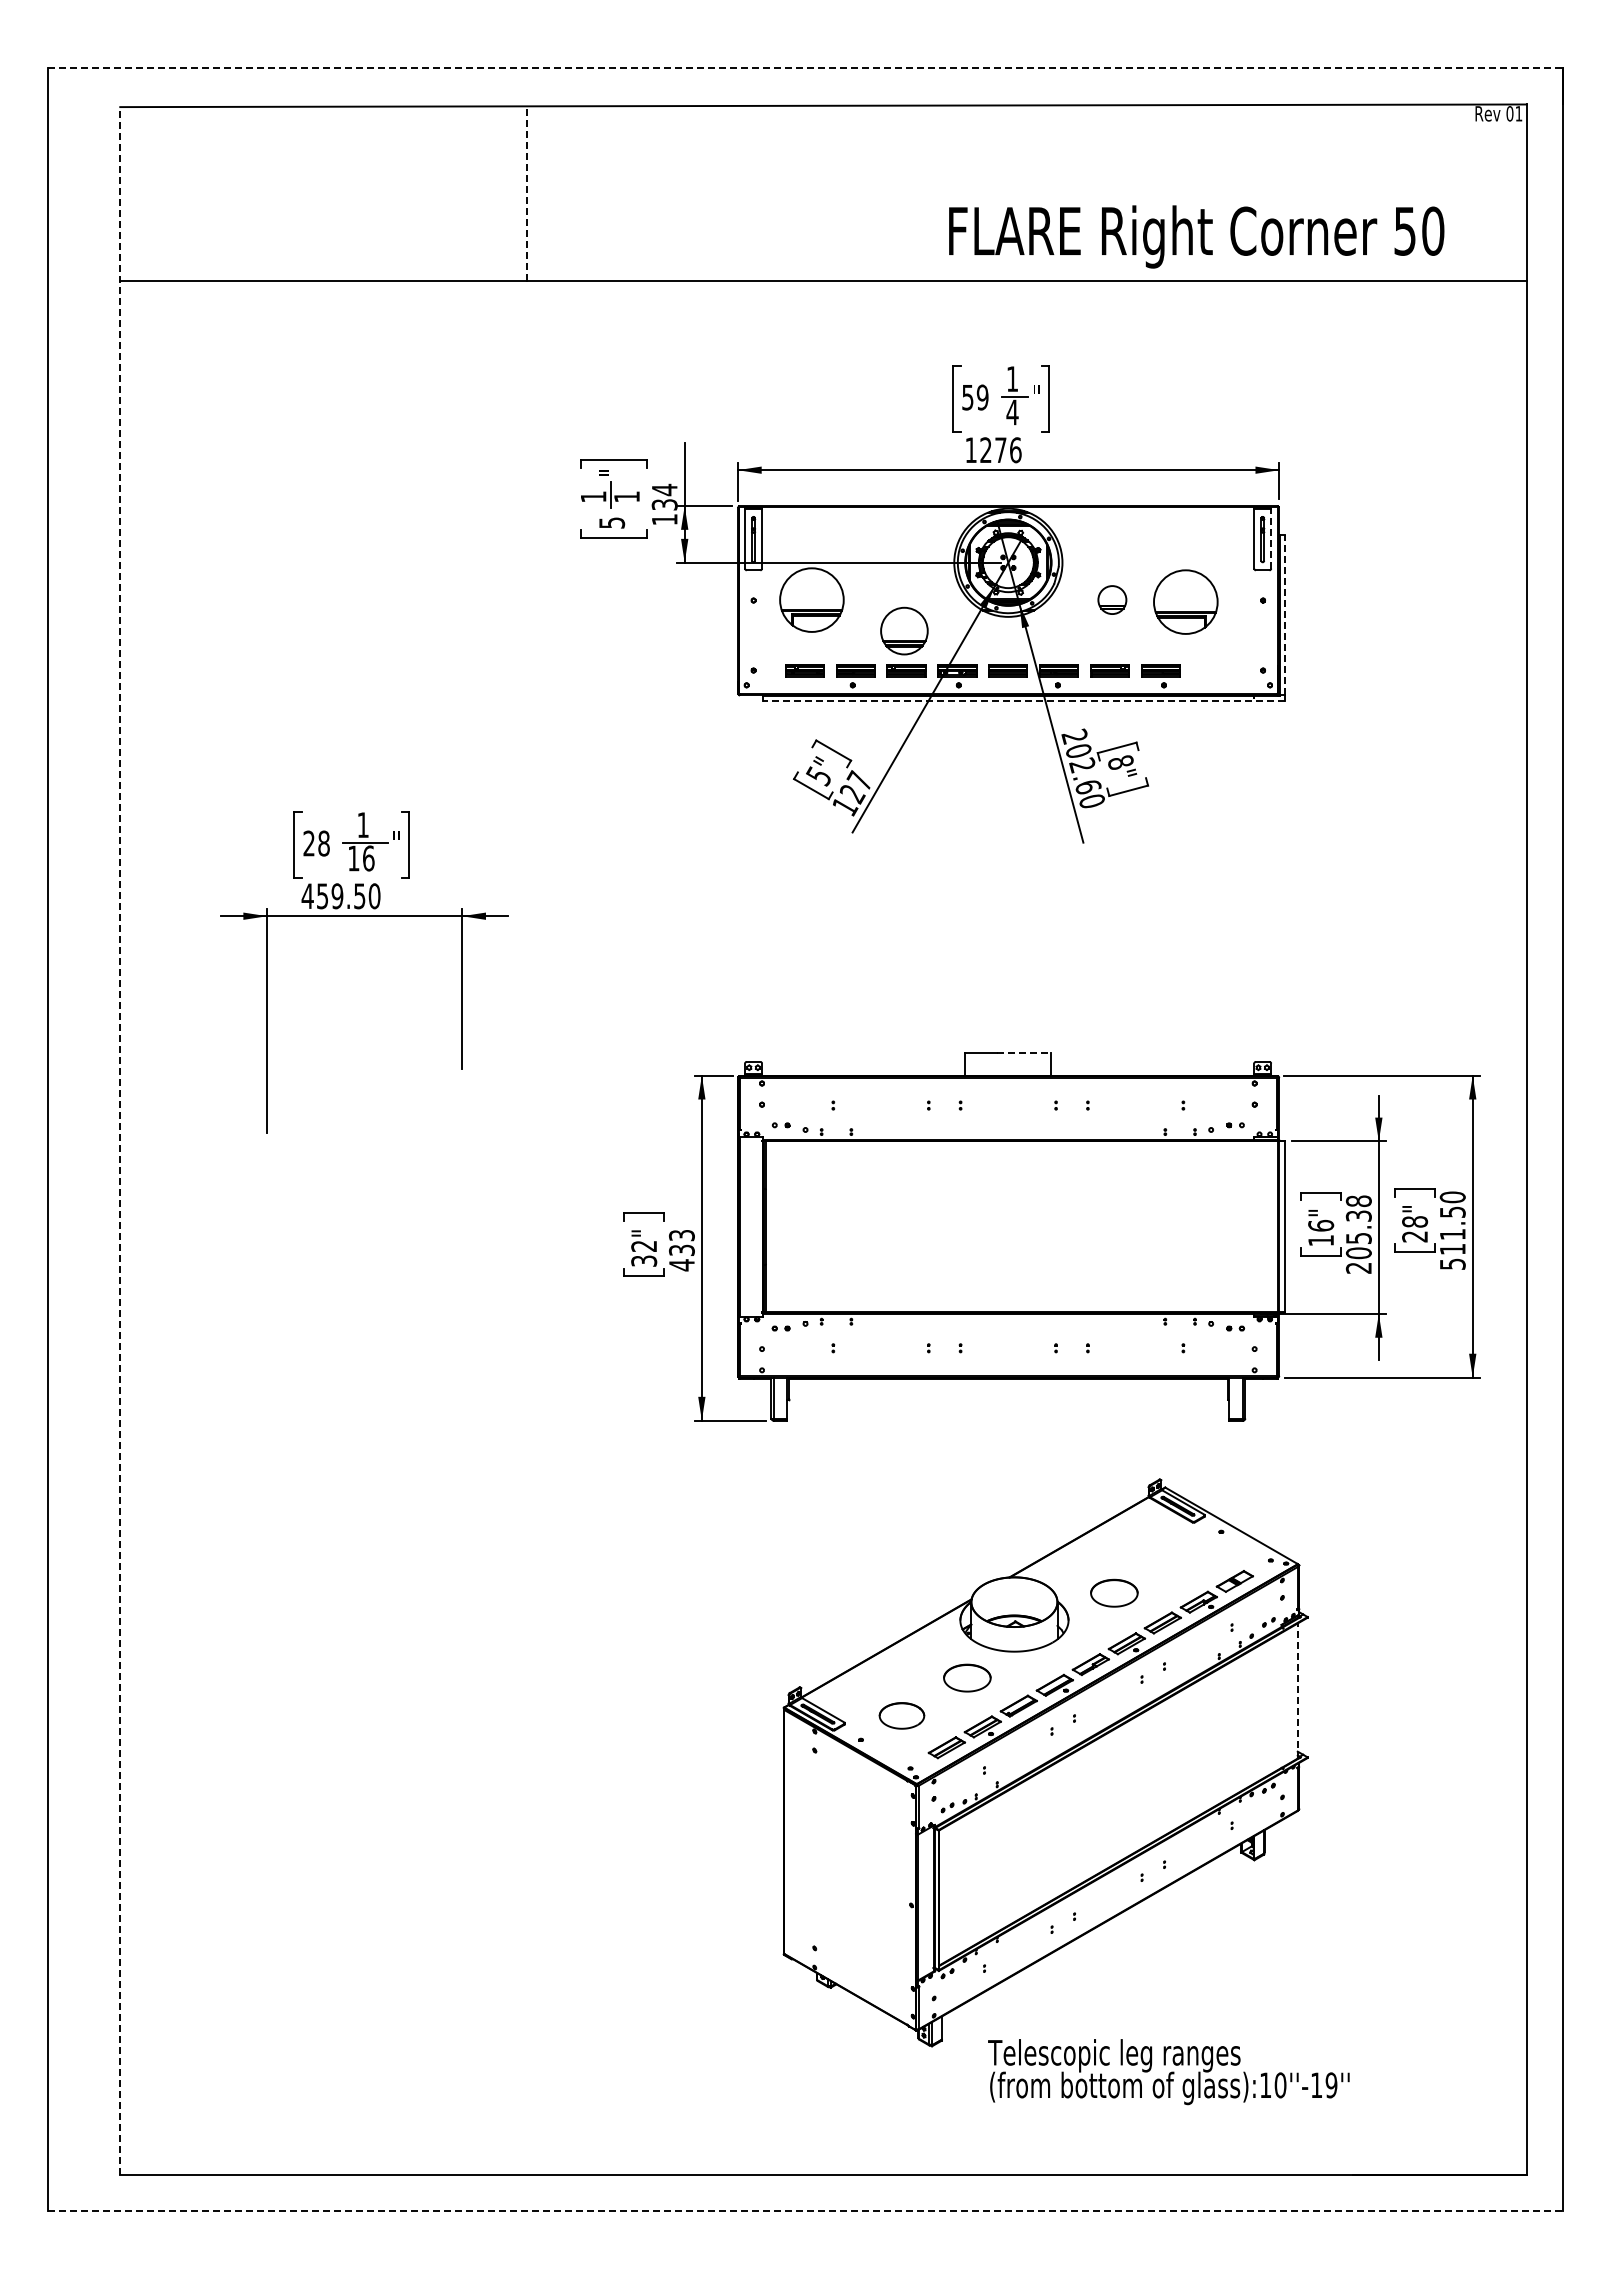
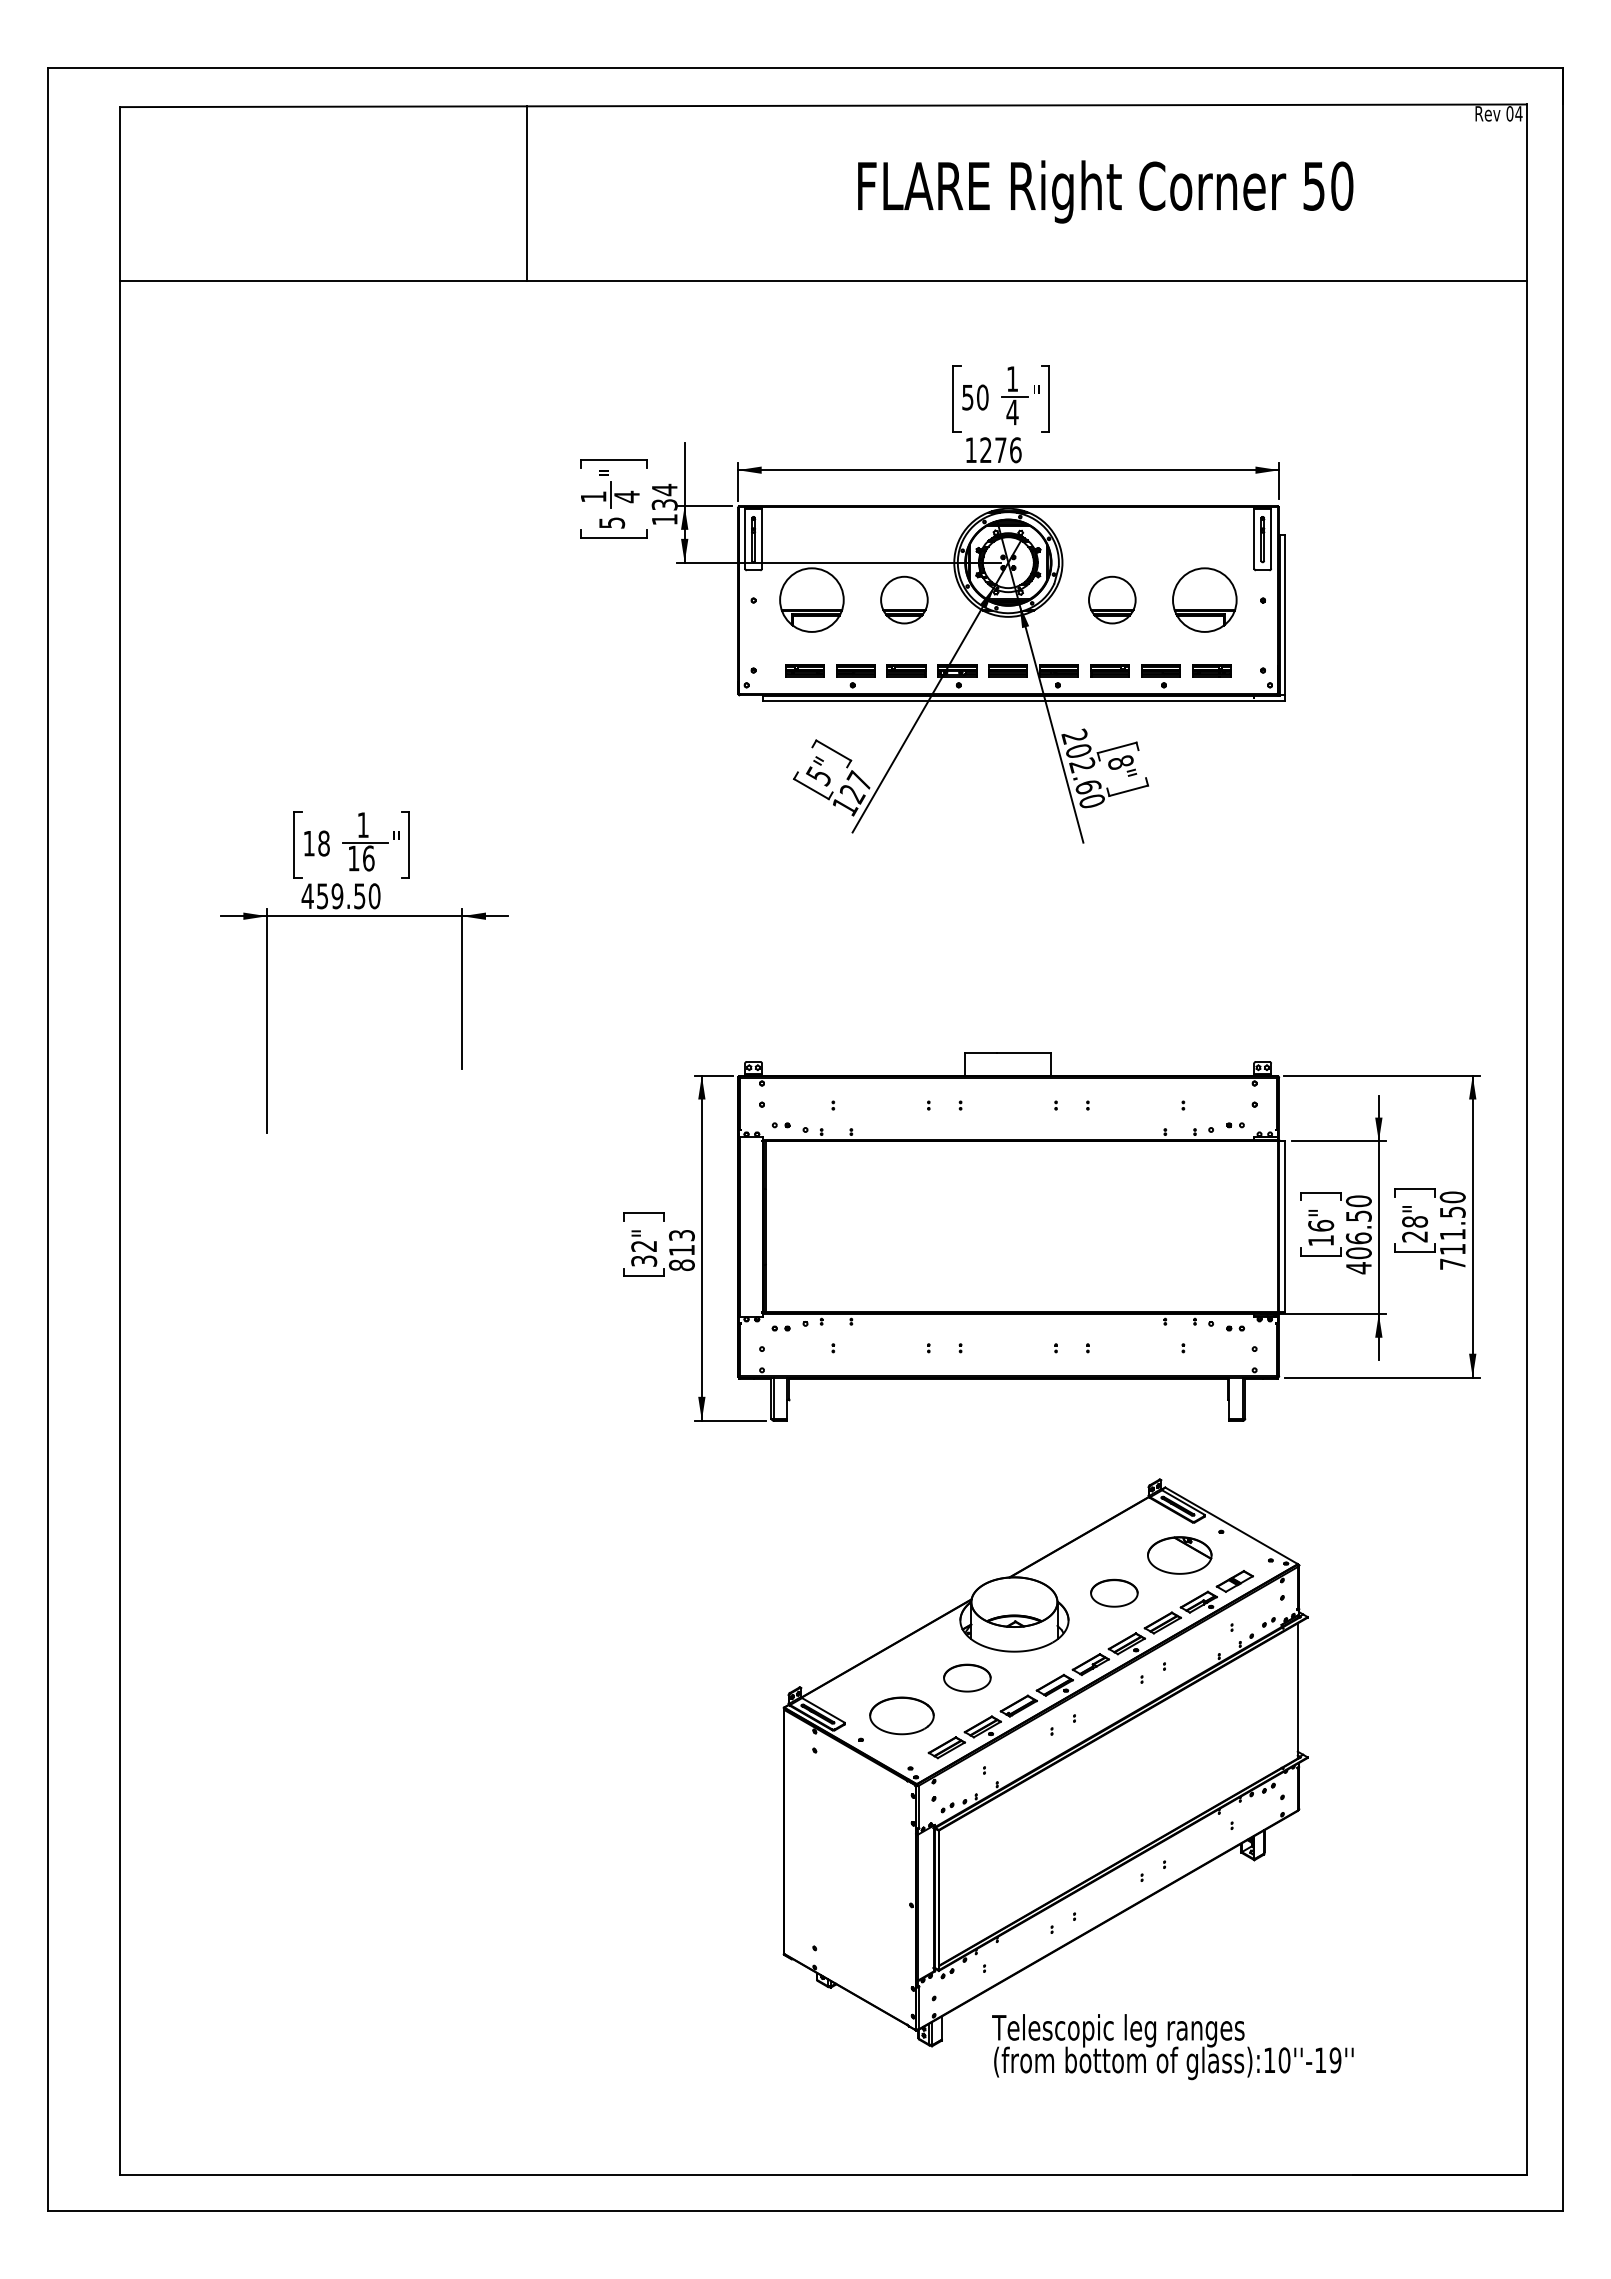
line at (805, 68): dashed -> solid
text at (1518, 113): 01 -> 04
line at (526, 193): dashed -> solid
text at (1196, 236) position: (1196, 236) -> (1105, 191)
text at (982, 397): 59 -> 50
text at (626, 496): 1 -> 4
line at (1271, 538): dashed -> solid
part at (1112, 599) size: 31x30 px -> 49x50 px
part at (1185, 601) position: (1185, 601) -> (1204, 599)
line at (1284, 614): dashed -> solid
part at (904, 630) position: (904, 630) -> (904, 599)
part at (1211, 670): none -> present
line at (1024, 701): dashed -> solid
text at (308, 843): 28 -> 18
line at (1024, 1053): dashed -> solid
line at (120, 1140): dashed -> solid
text at (1358, 1234): 205.38 -> 406.50
text at (681, 1257): 433 -> 813
text at (1452, 1263): 511.50 -> 711.50
part at (1179, 1555): none -> present
line at (1297, 1691): dashed -> solid
part at (901, 1715) size: 48x28 px -> 66x40 px
text at (1168, 2072) position: (1168, 2072) -> (1172, 2047)
line at (805, 2210): dashed -> solid
